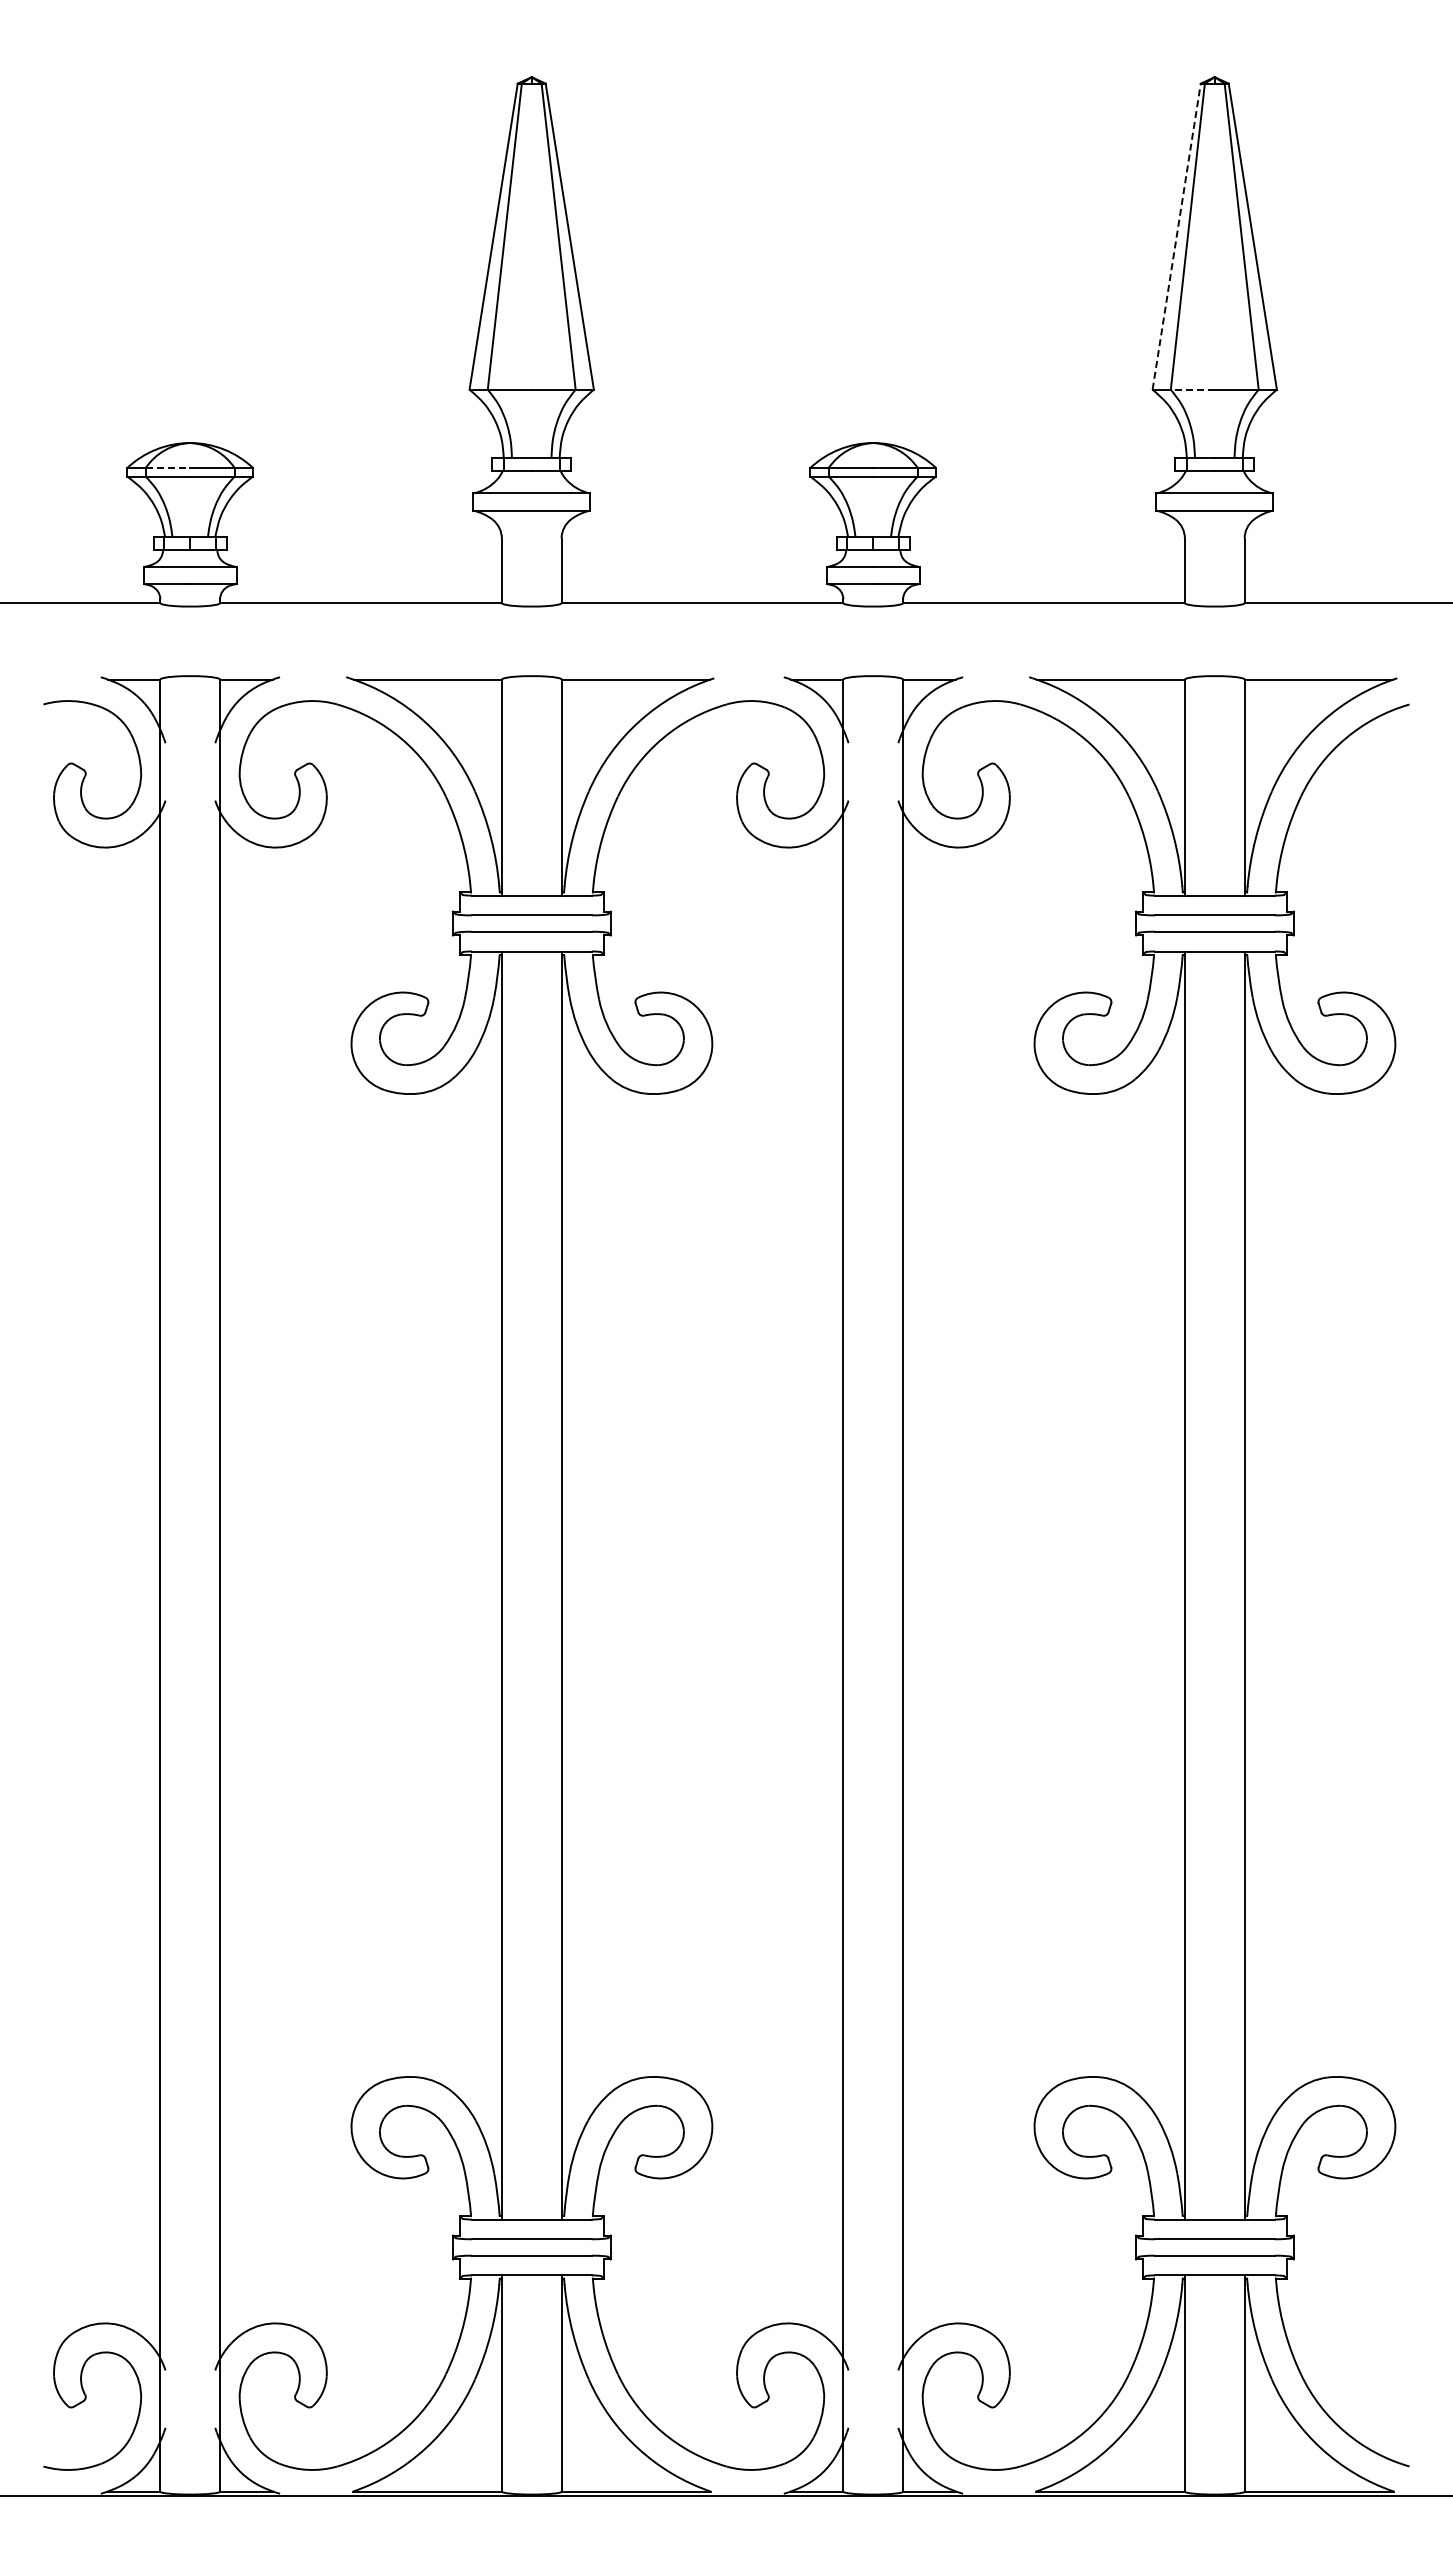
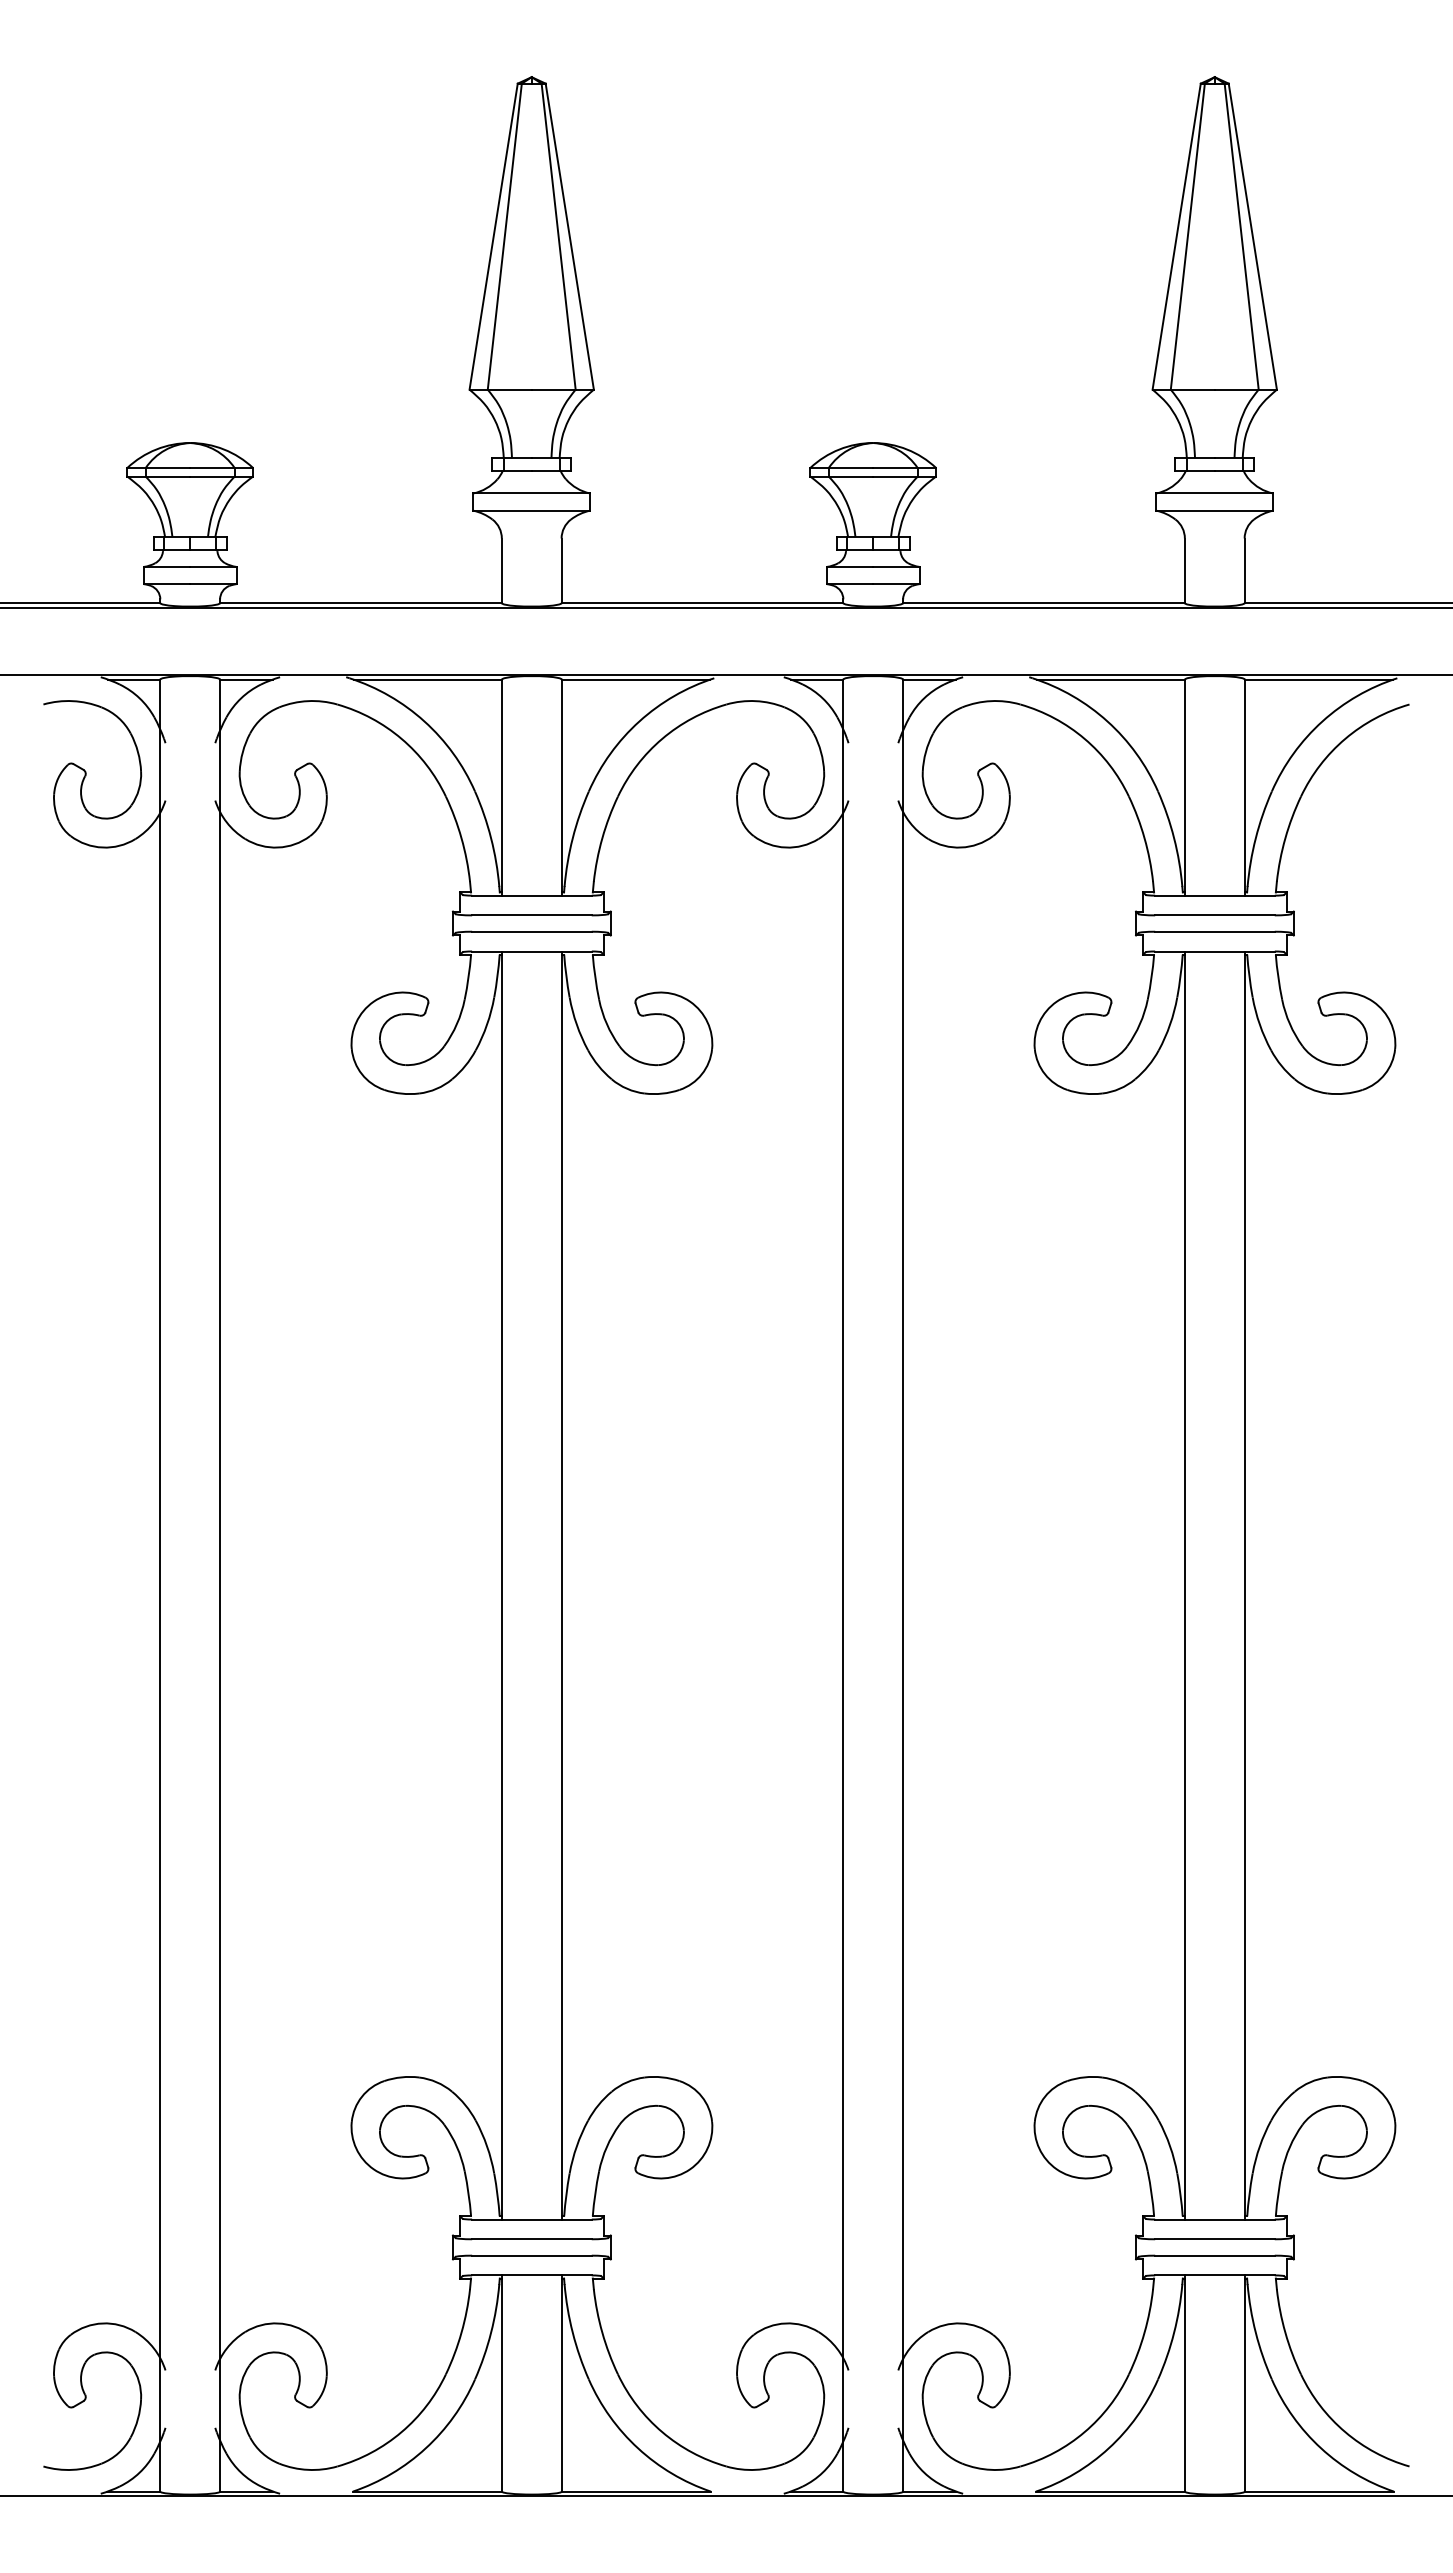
line at (1176, 236): dashed -> solid
line at (1192, 389): dashed -> solid
line at (168, 467): dashed -> solid
line at (725, 608): none -> present
line at (725, 674): none -> present
